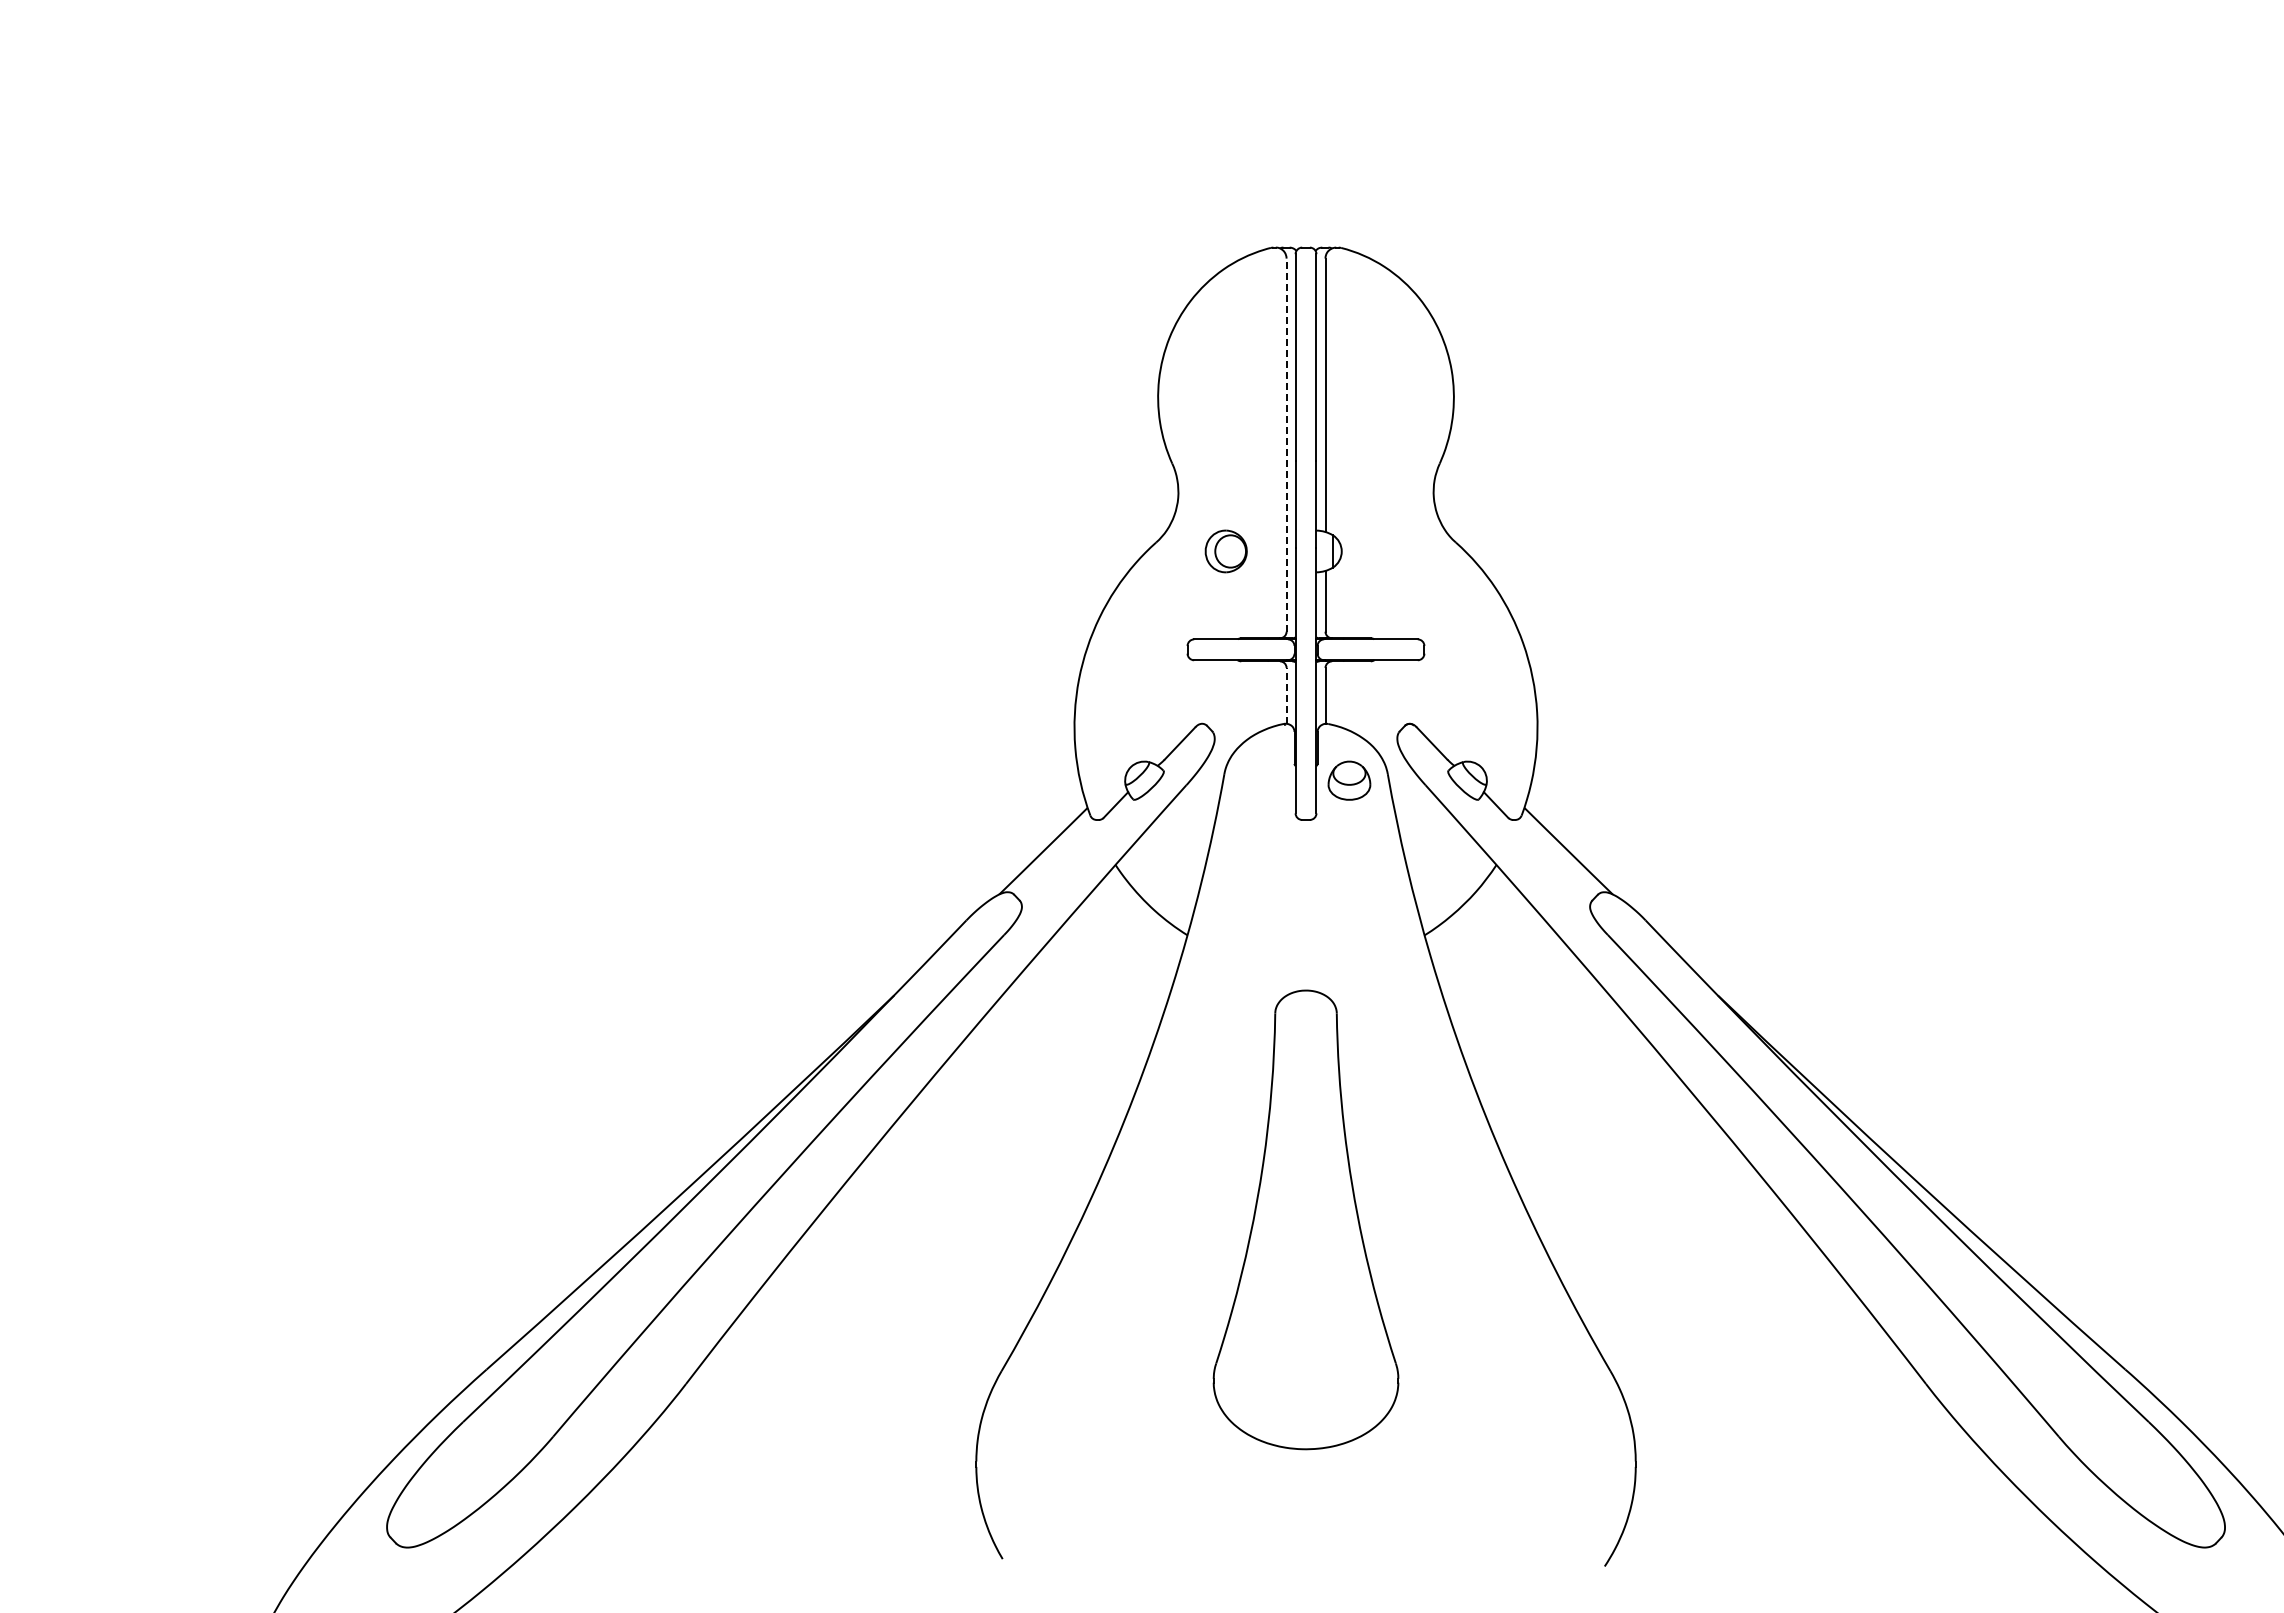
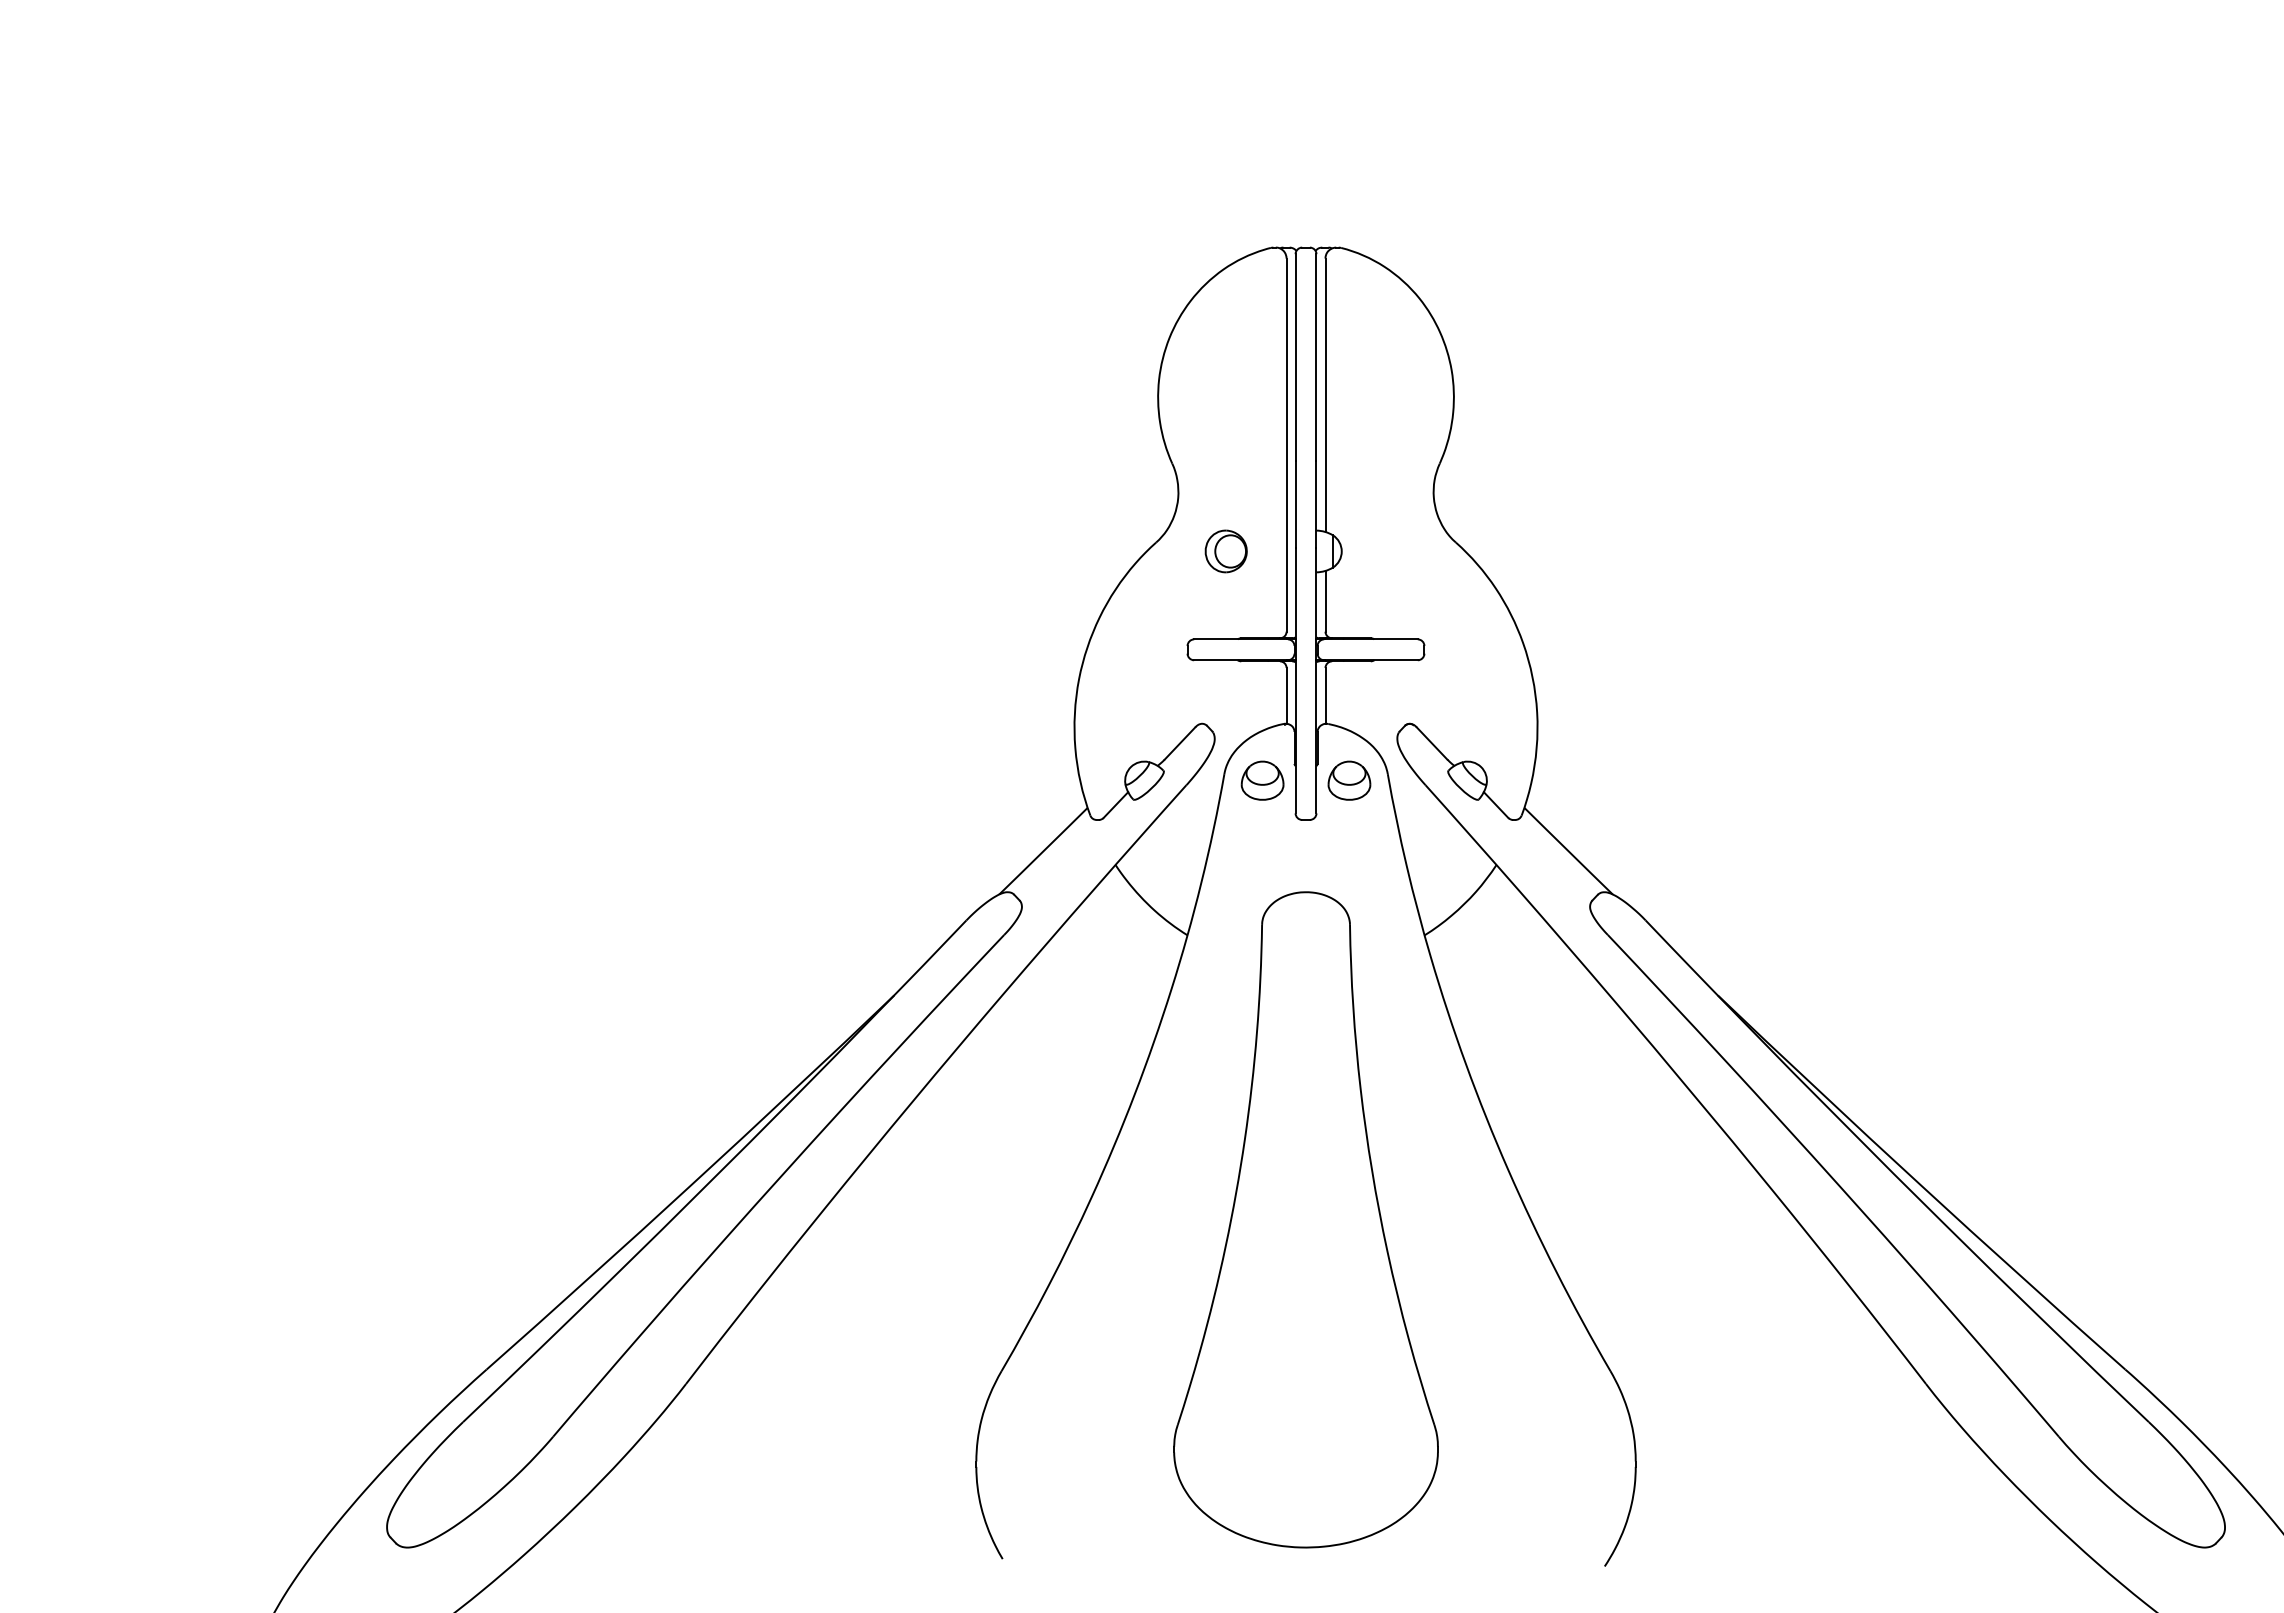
line at (1286, 445): dashed -> solid
line at (1286, 695): dashed -> solid
part at (1262, 780): none -> present
part at (1305, 1219) size: 188x462 px -> 266x658 px
